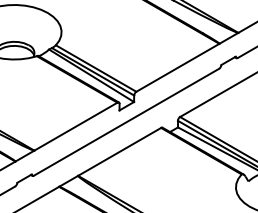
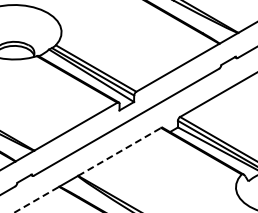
line at (119, 151): solid -> dashed
line at (36, 199): solid -> dashed
